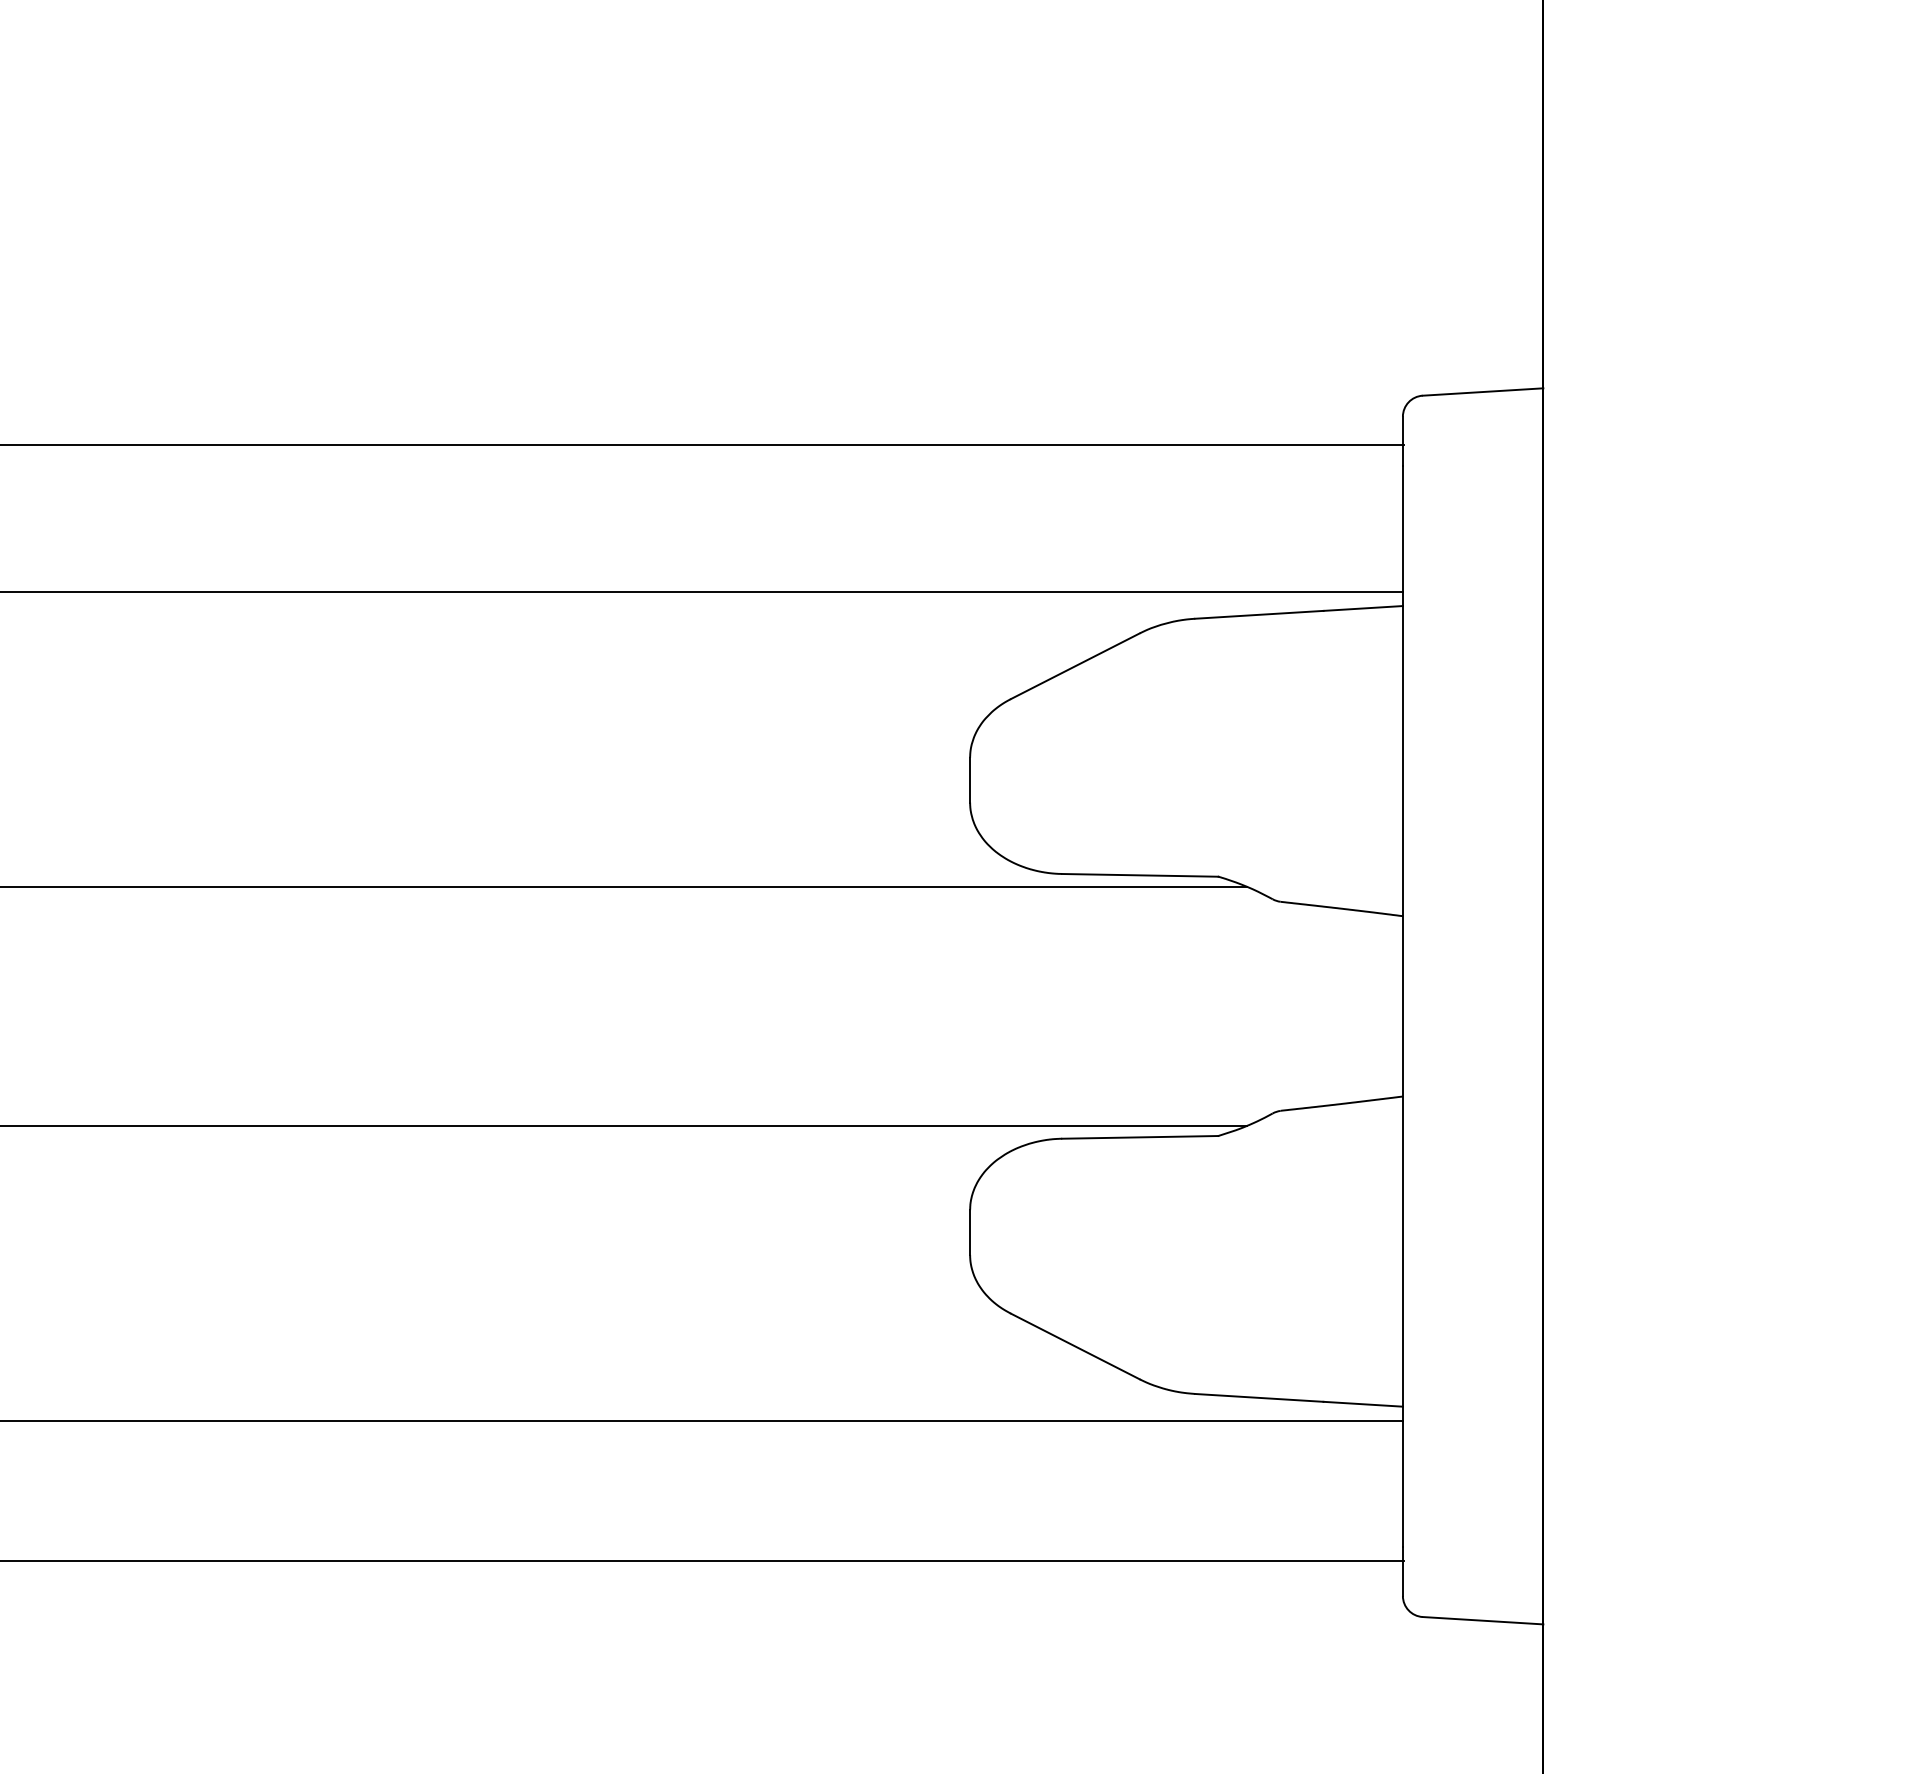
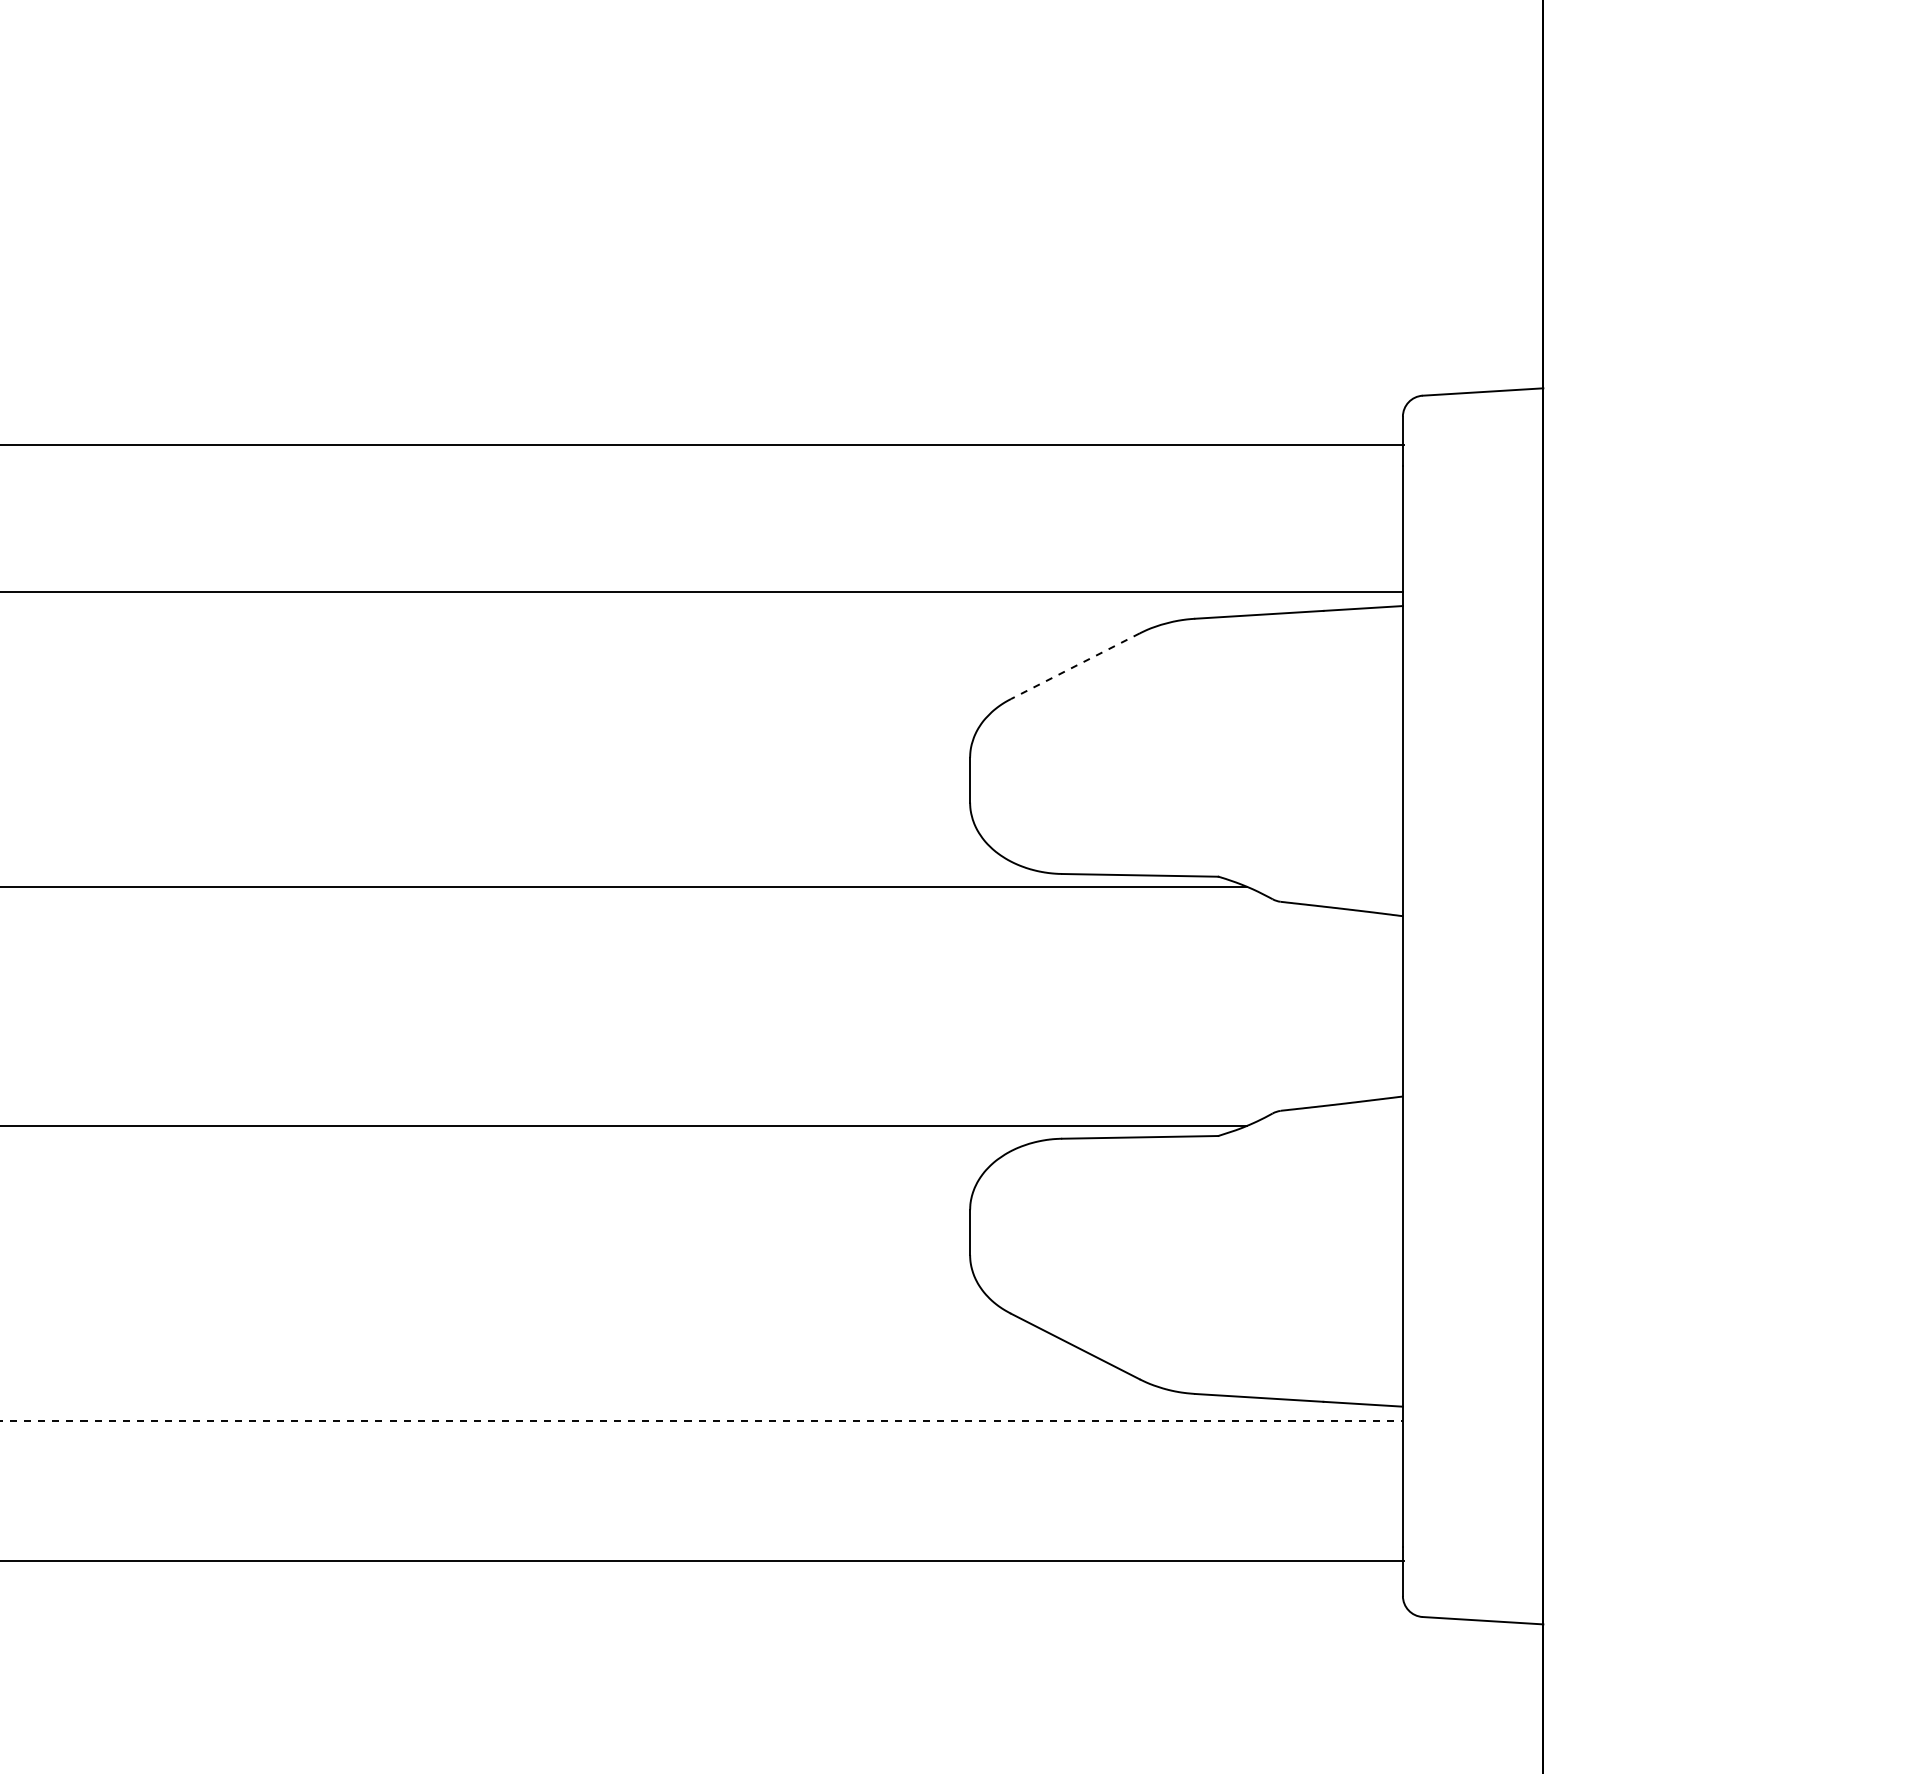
line at (1075, 666): solid -> dashed
line at (702, 1420): solid -> dashed
